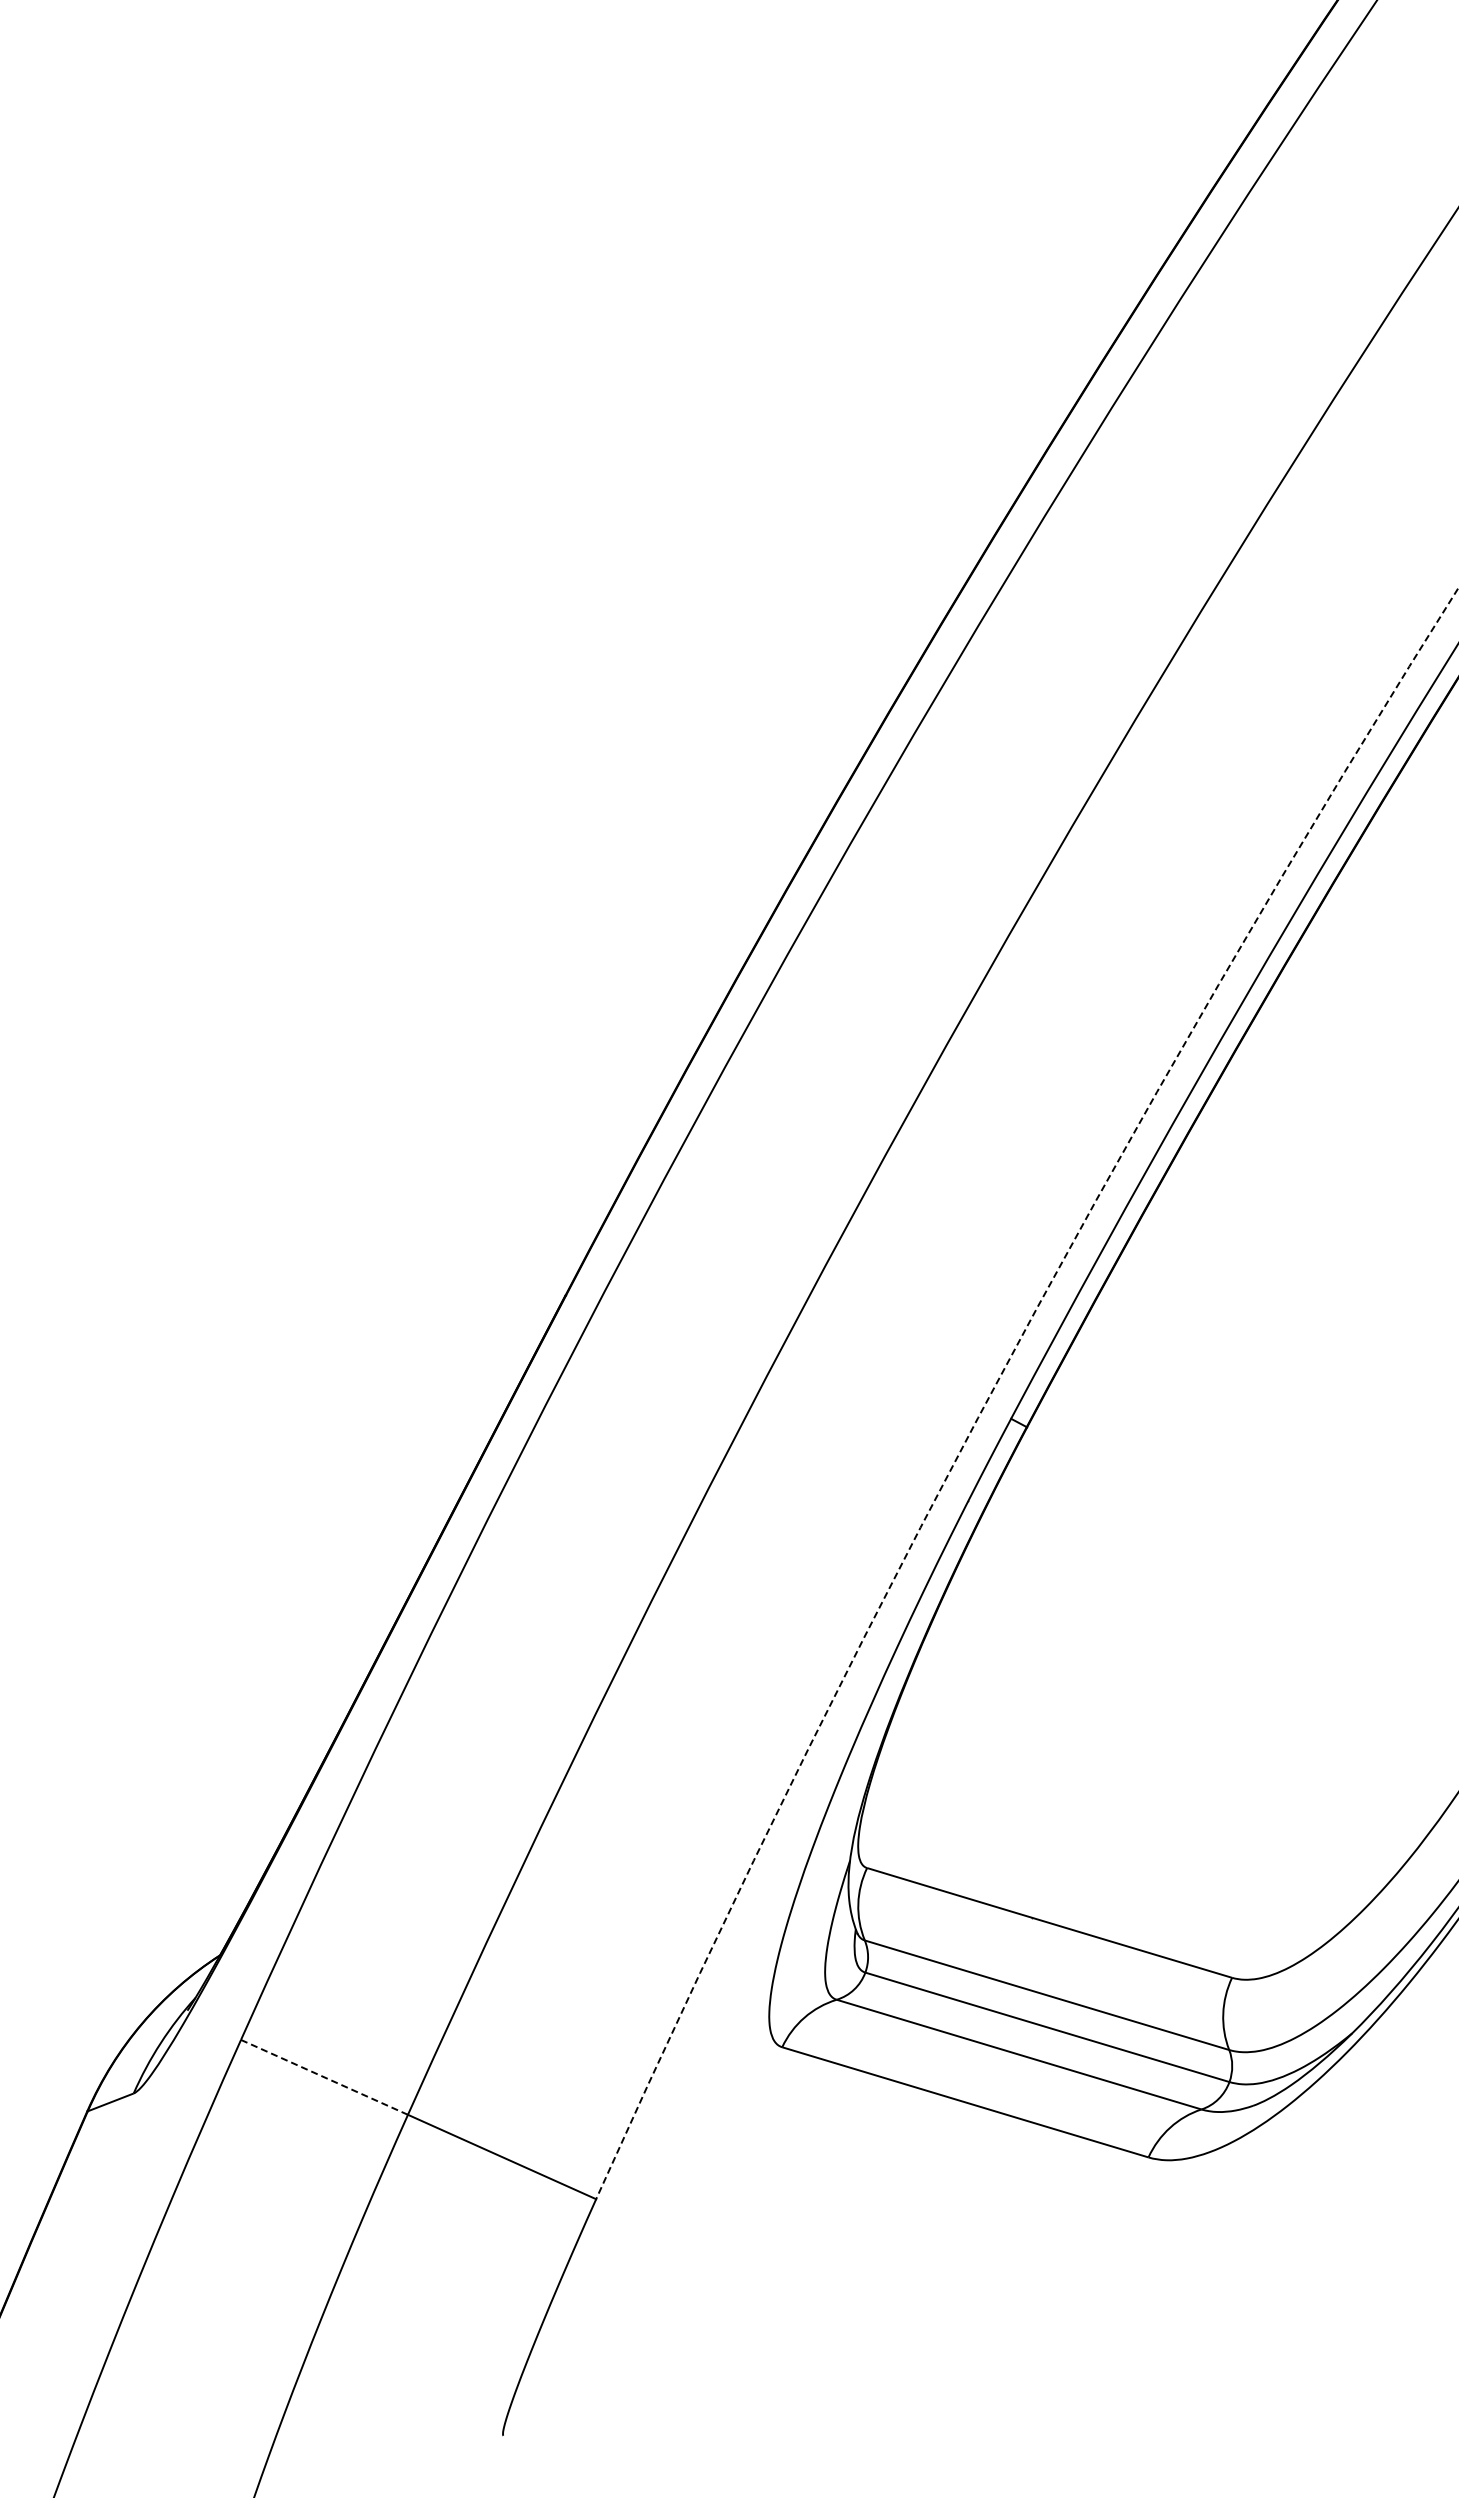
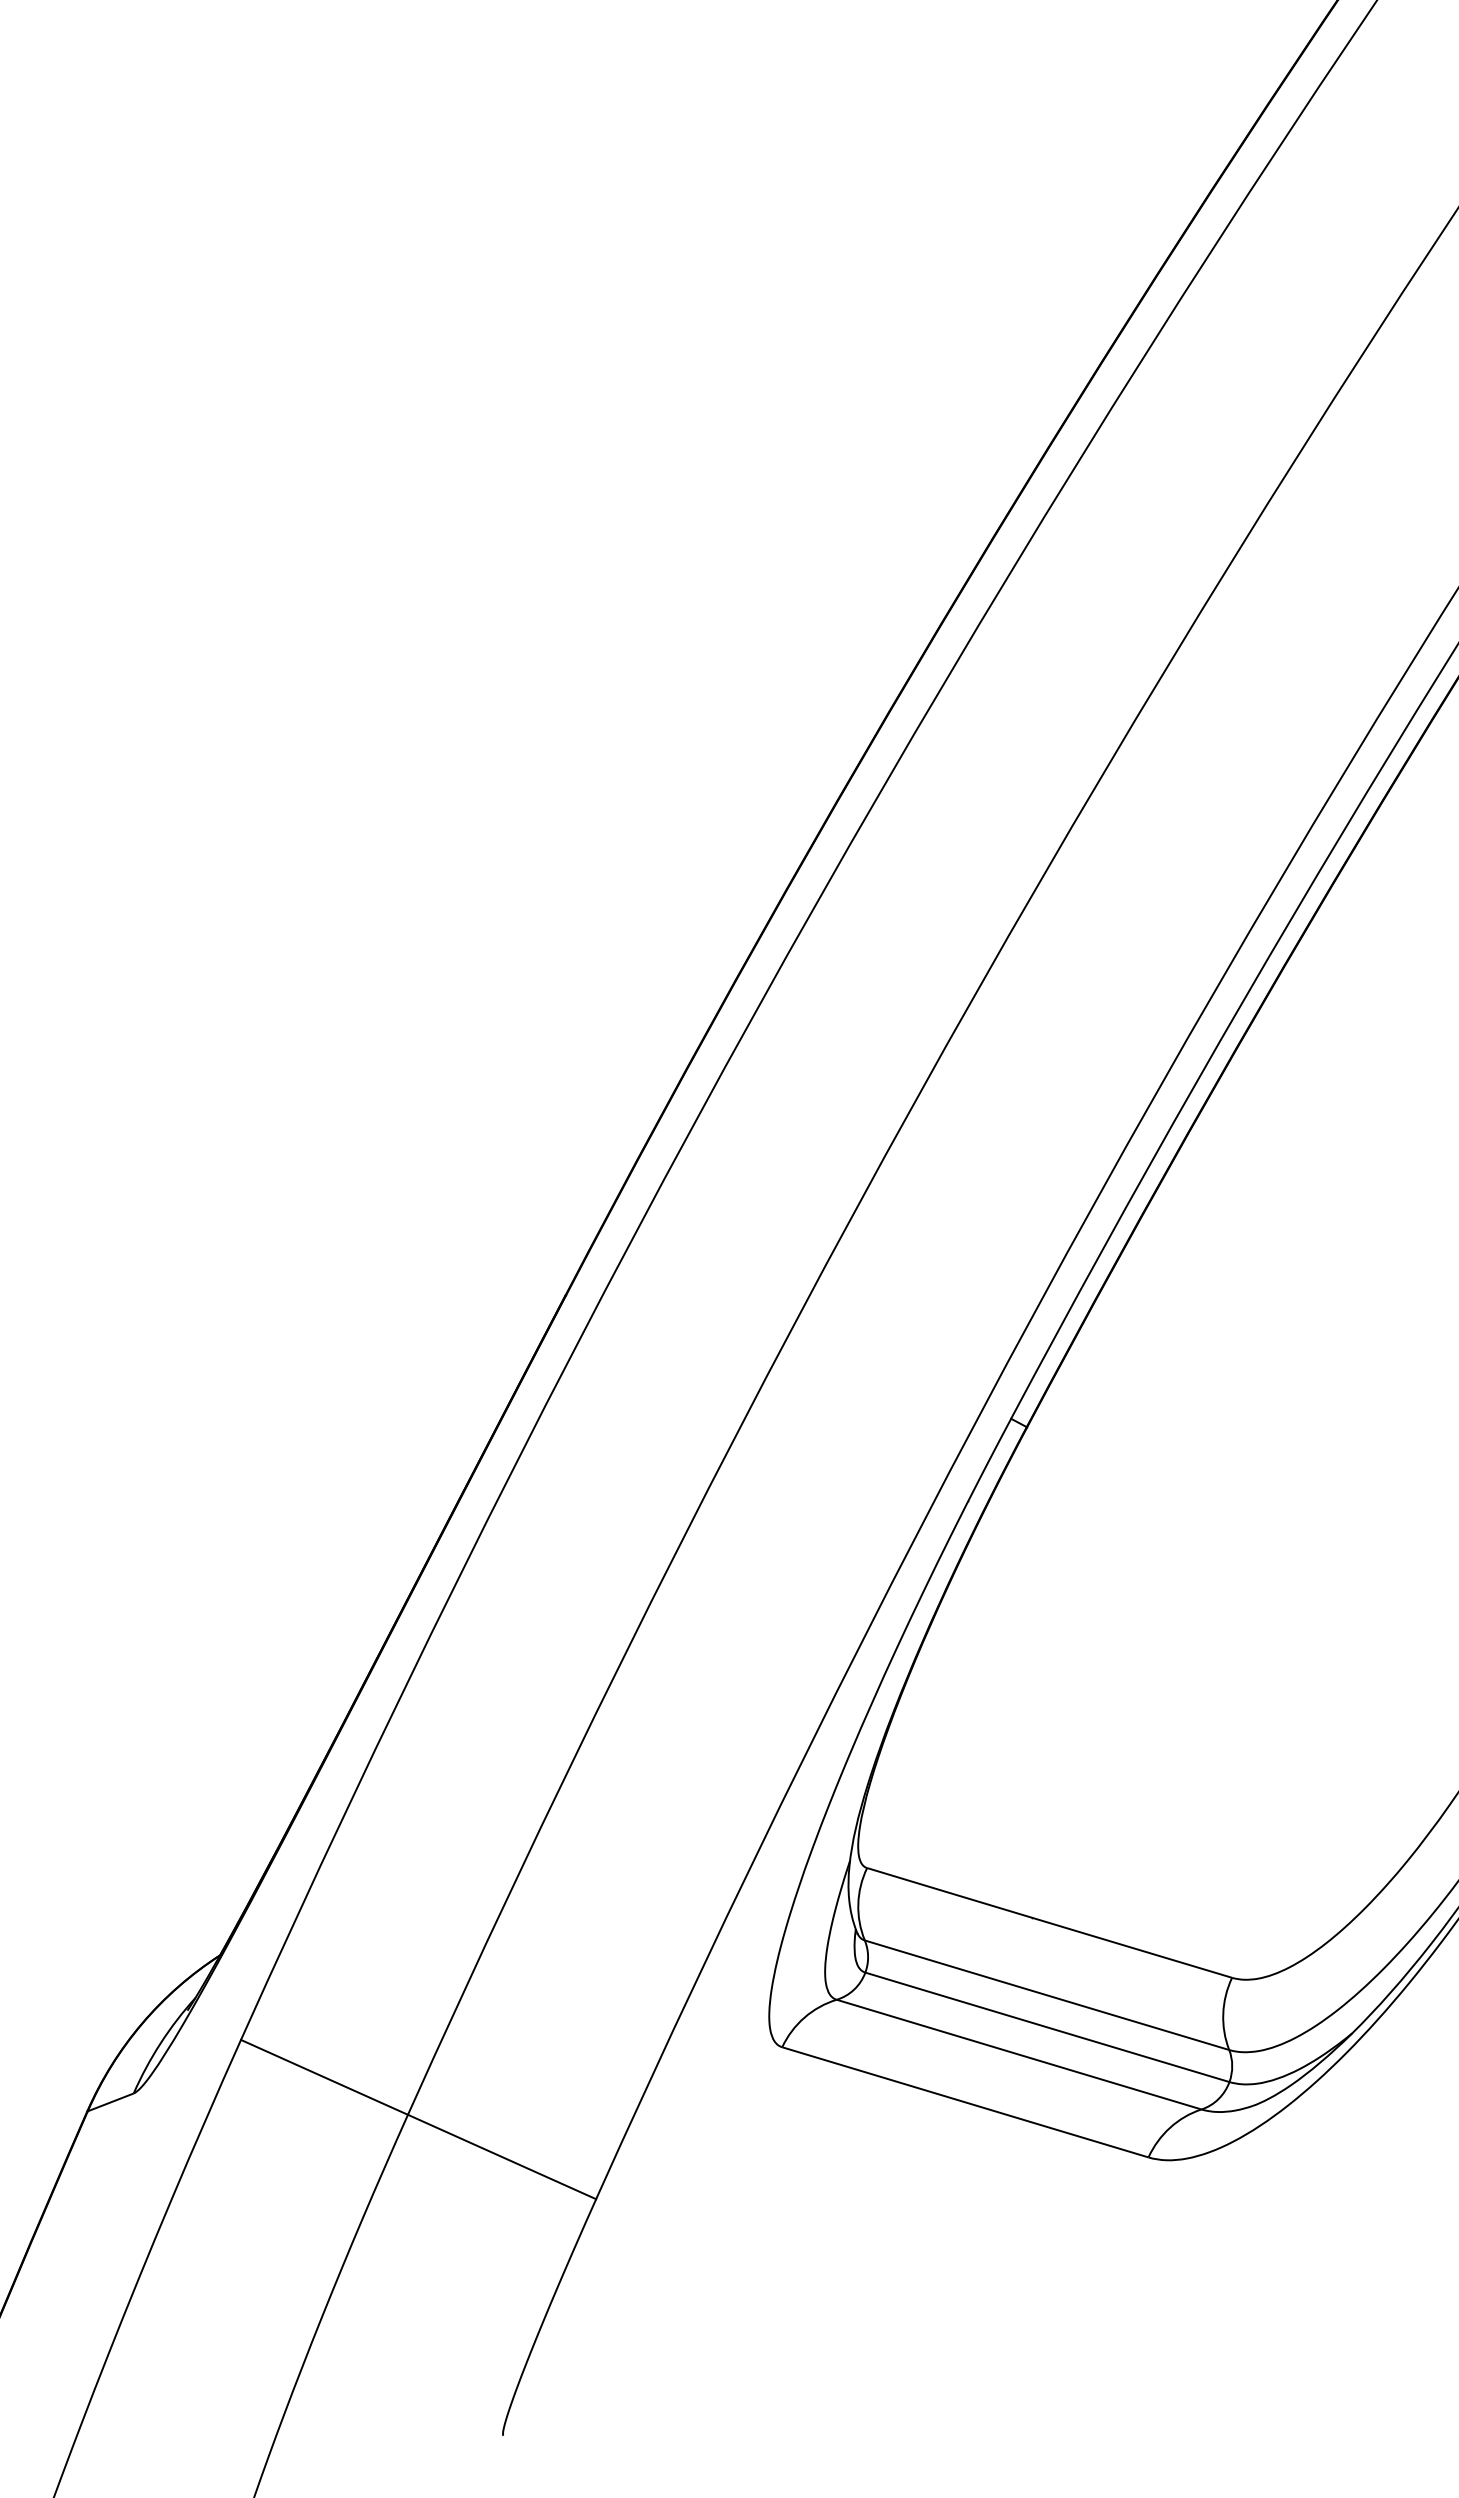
arc at (996, 1382): dashed -> solid
line at (324, 2077): dashed -> solid
